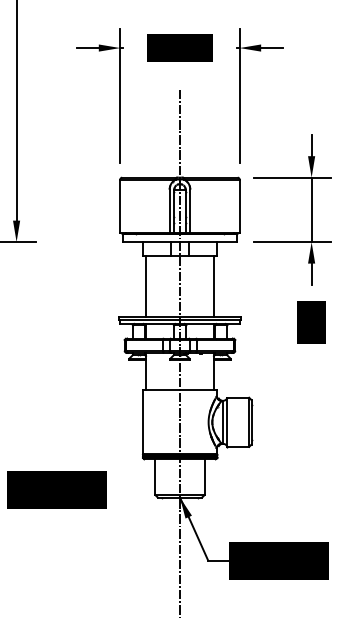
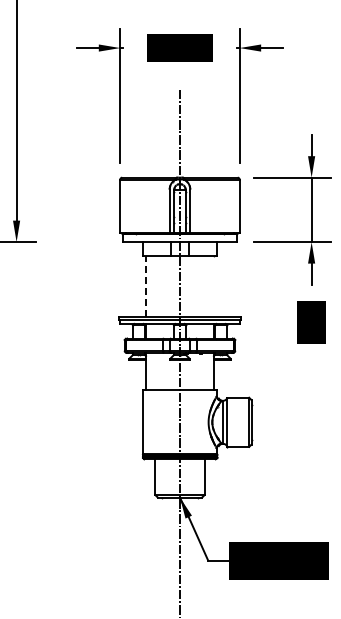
line at (145, 286): solid -> dashed
line at (214, 286): present -> none
part at (56, 489): present -> none
